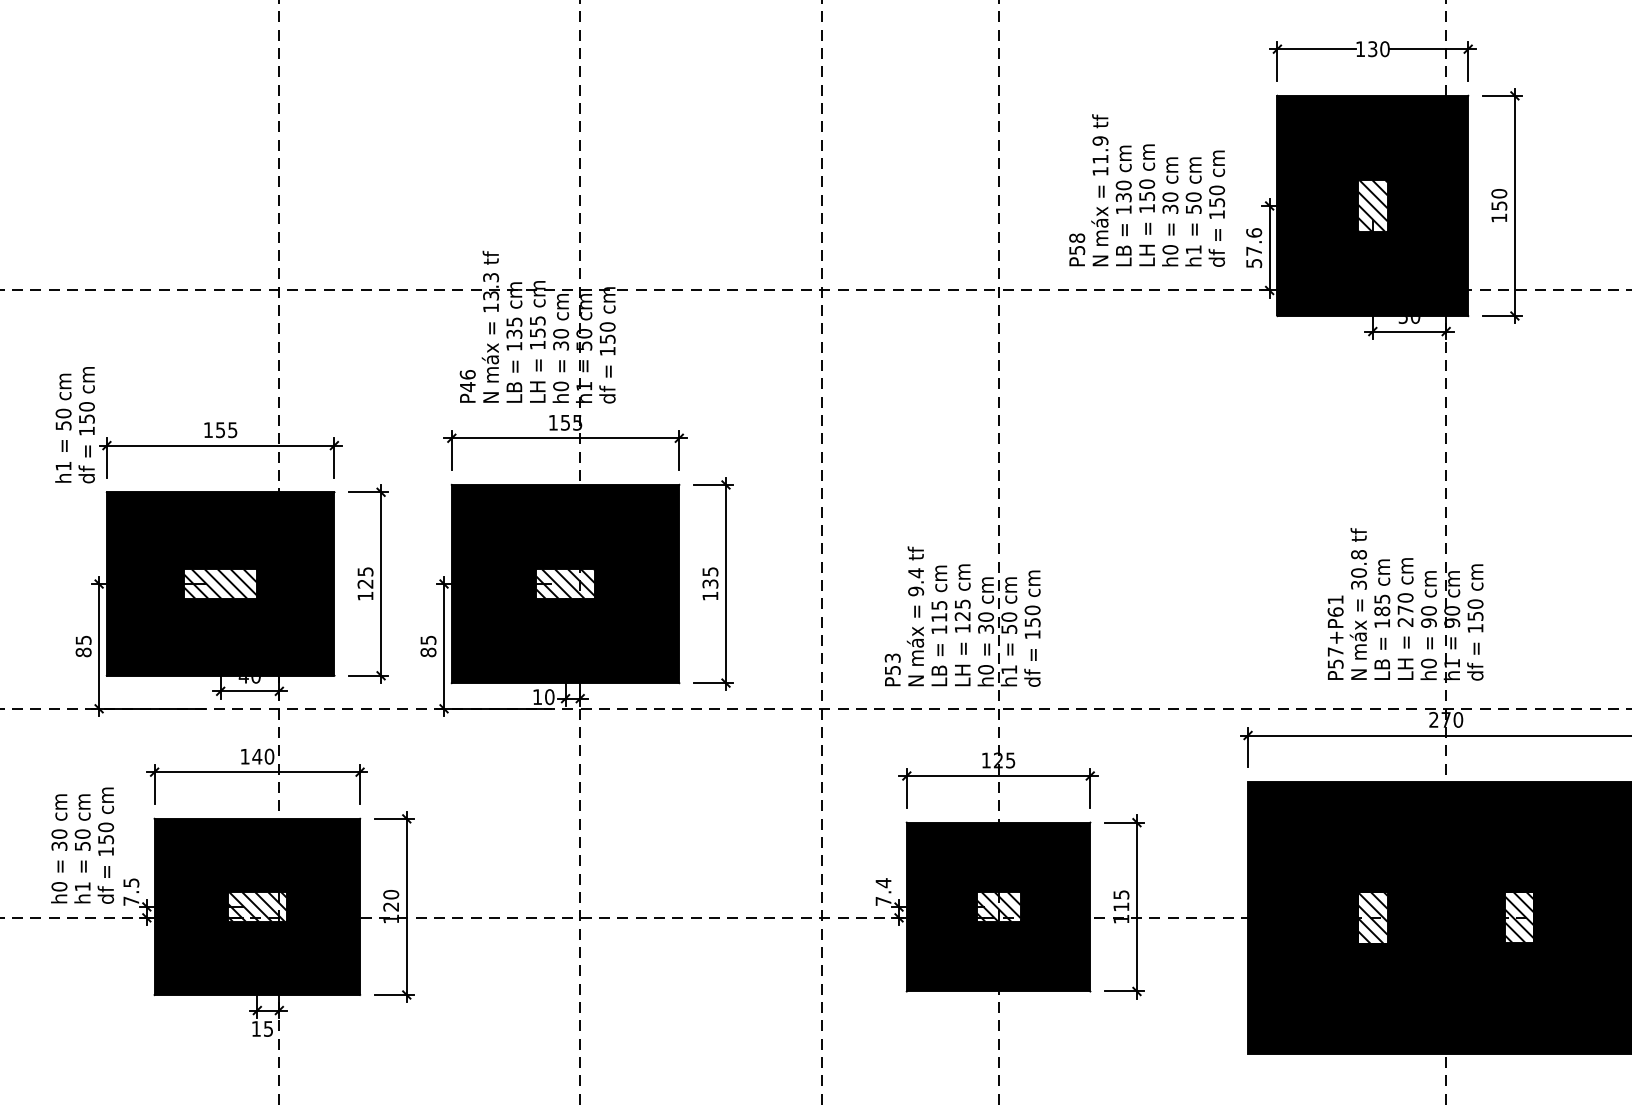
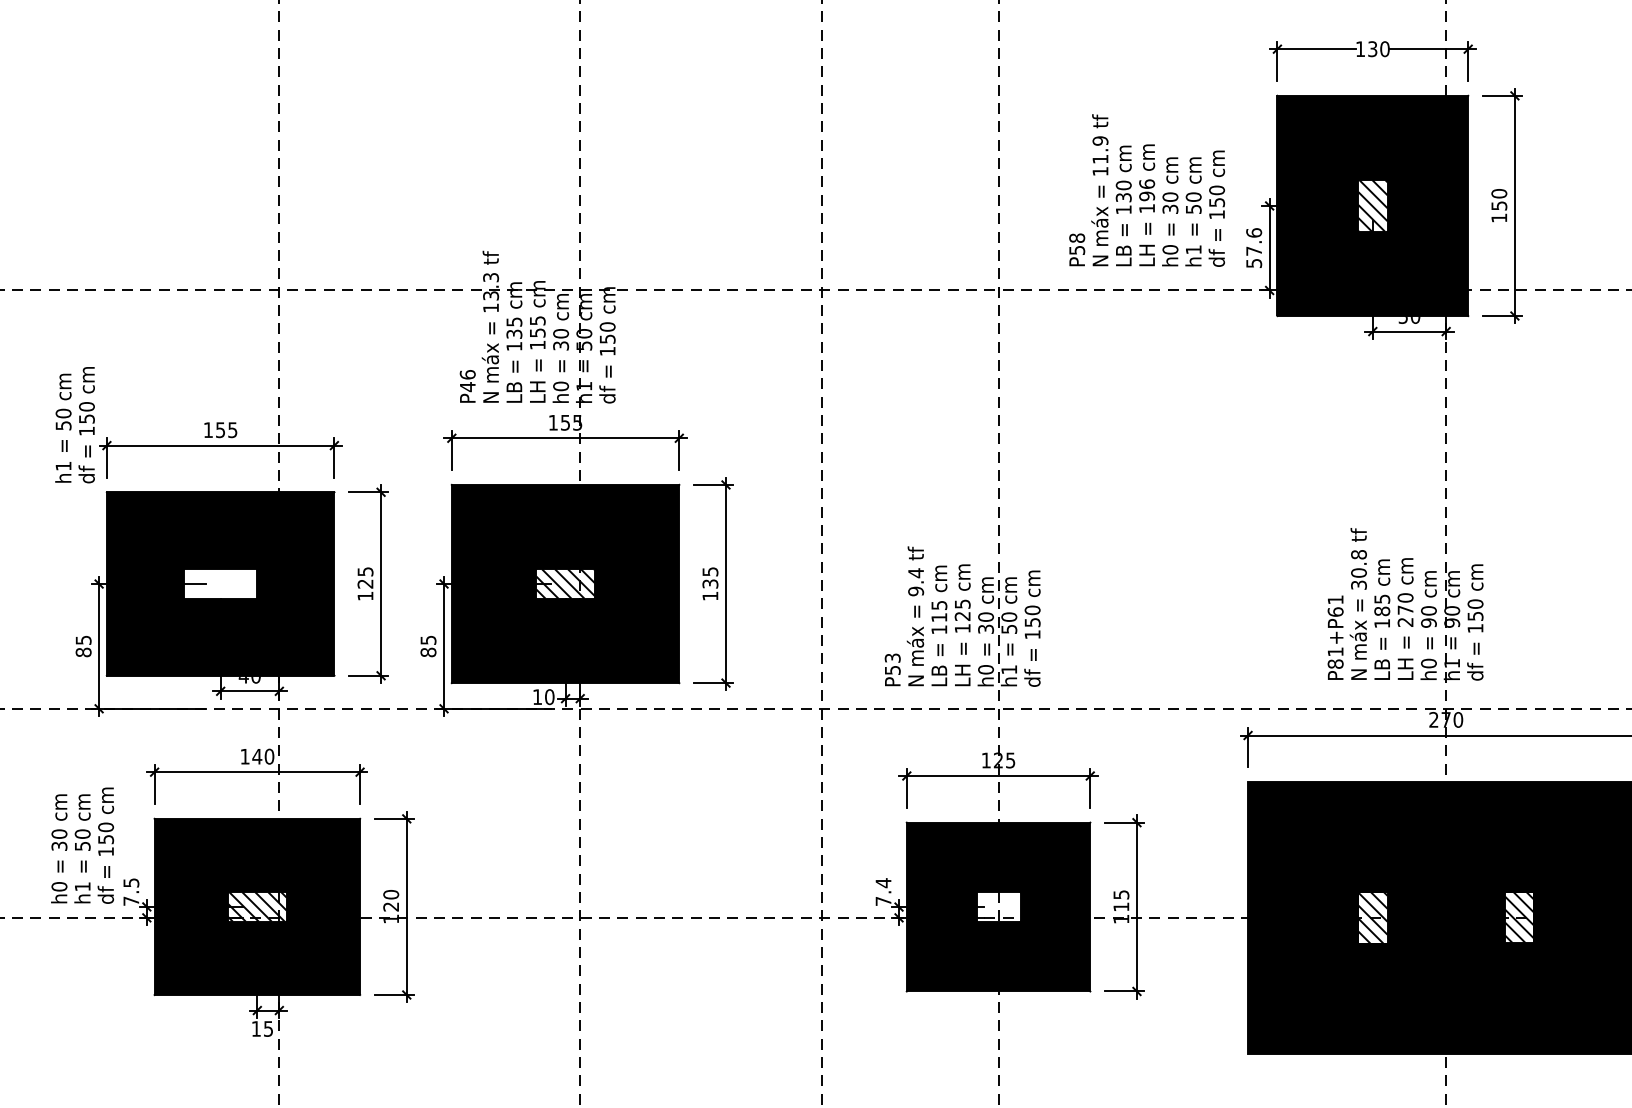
text at (1146, 190): 150 -> 196
hatch at (220, 583): present -> none
text at (1335, 657): P57+P61 -> P81+P61
hatch at (998, 906): present -> none
